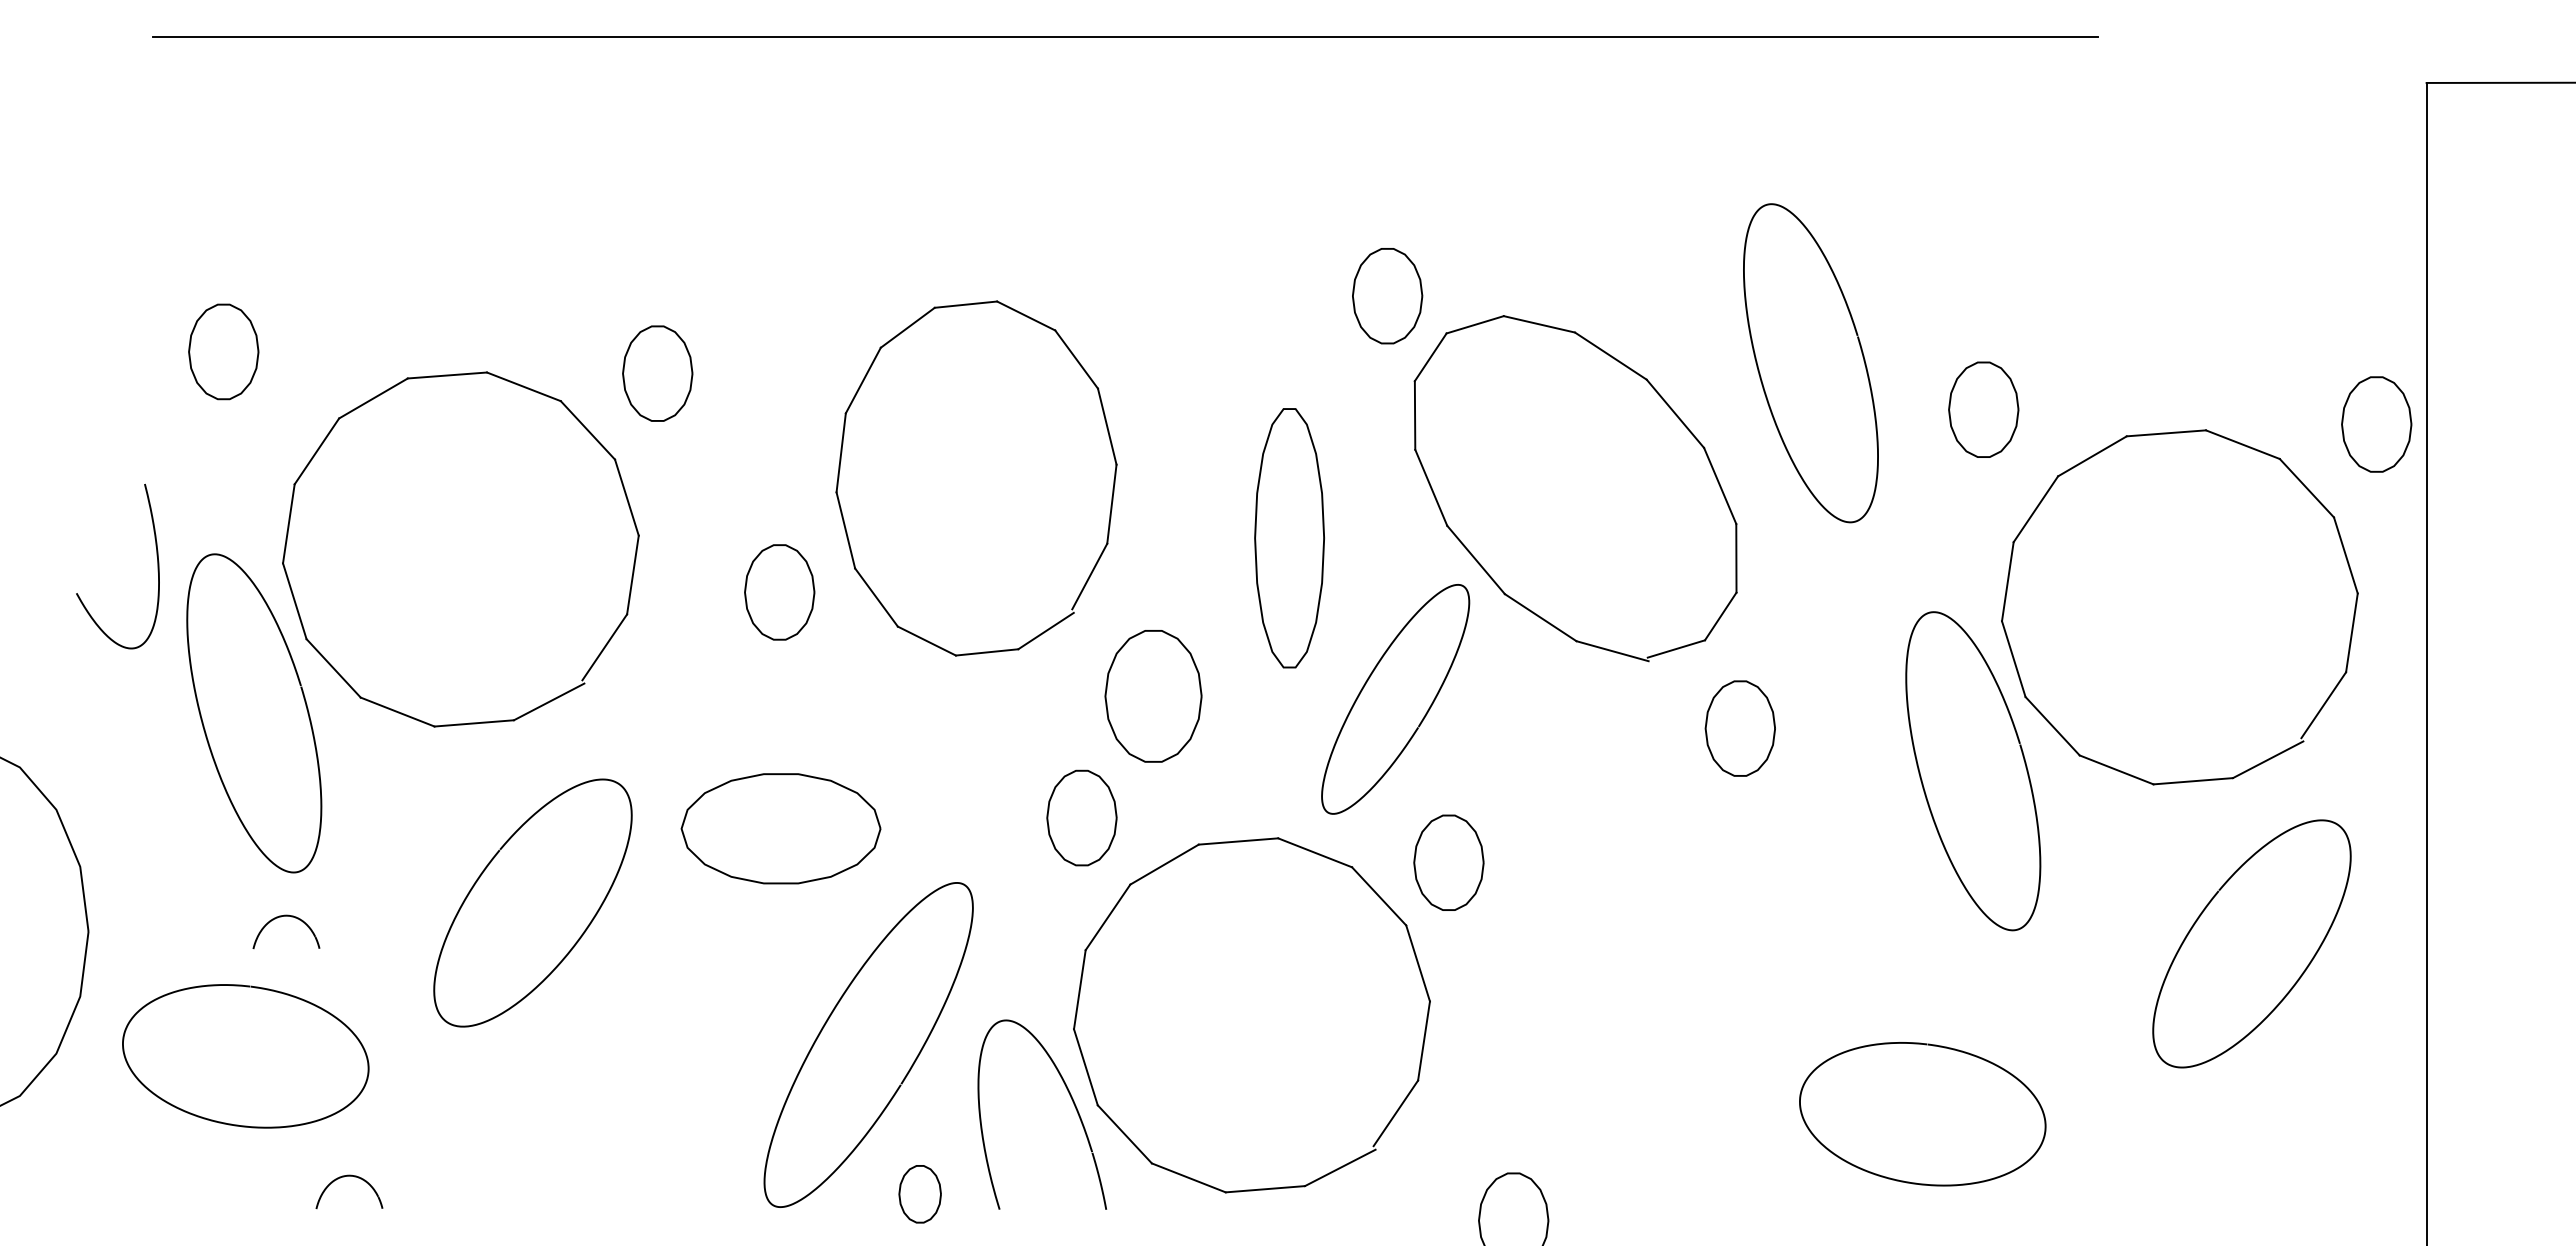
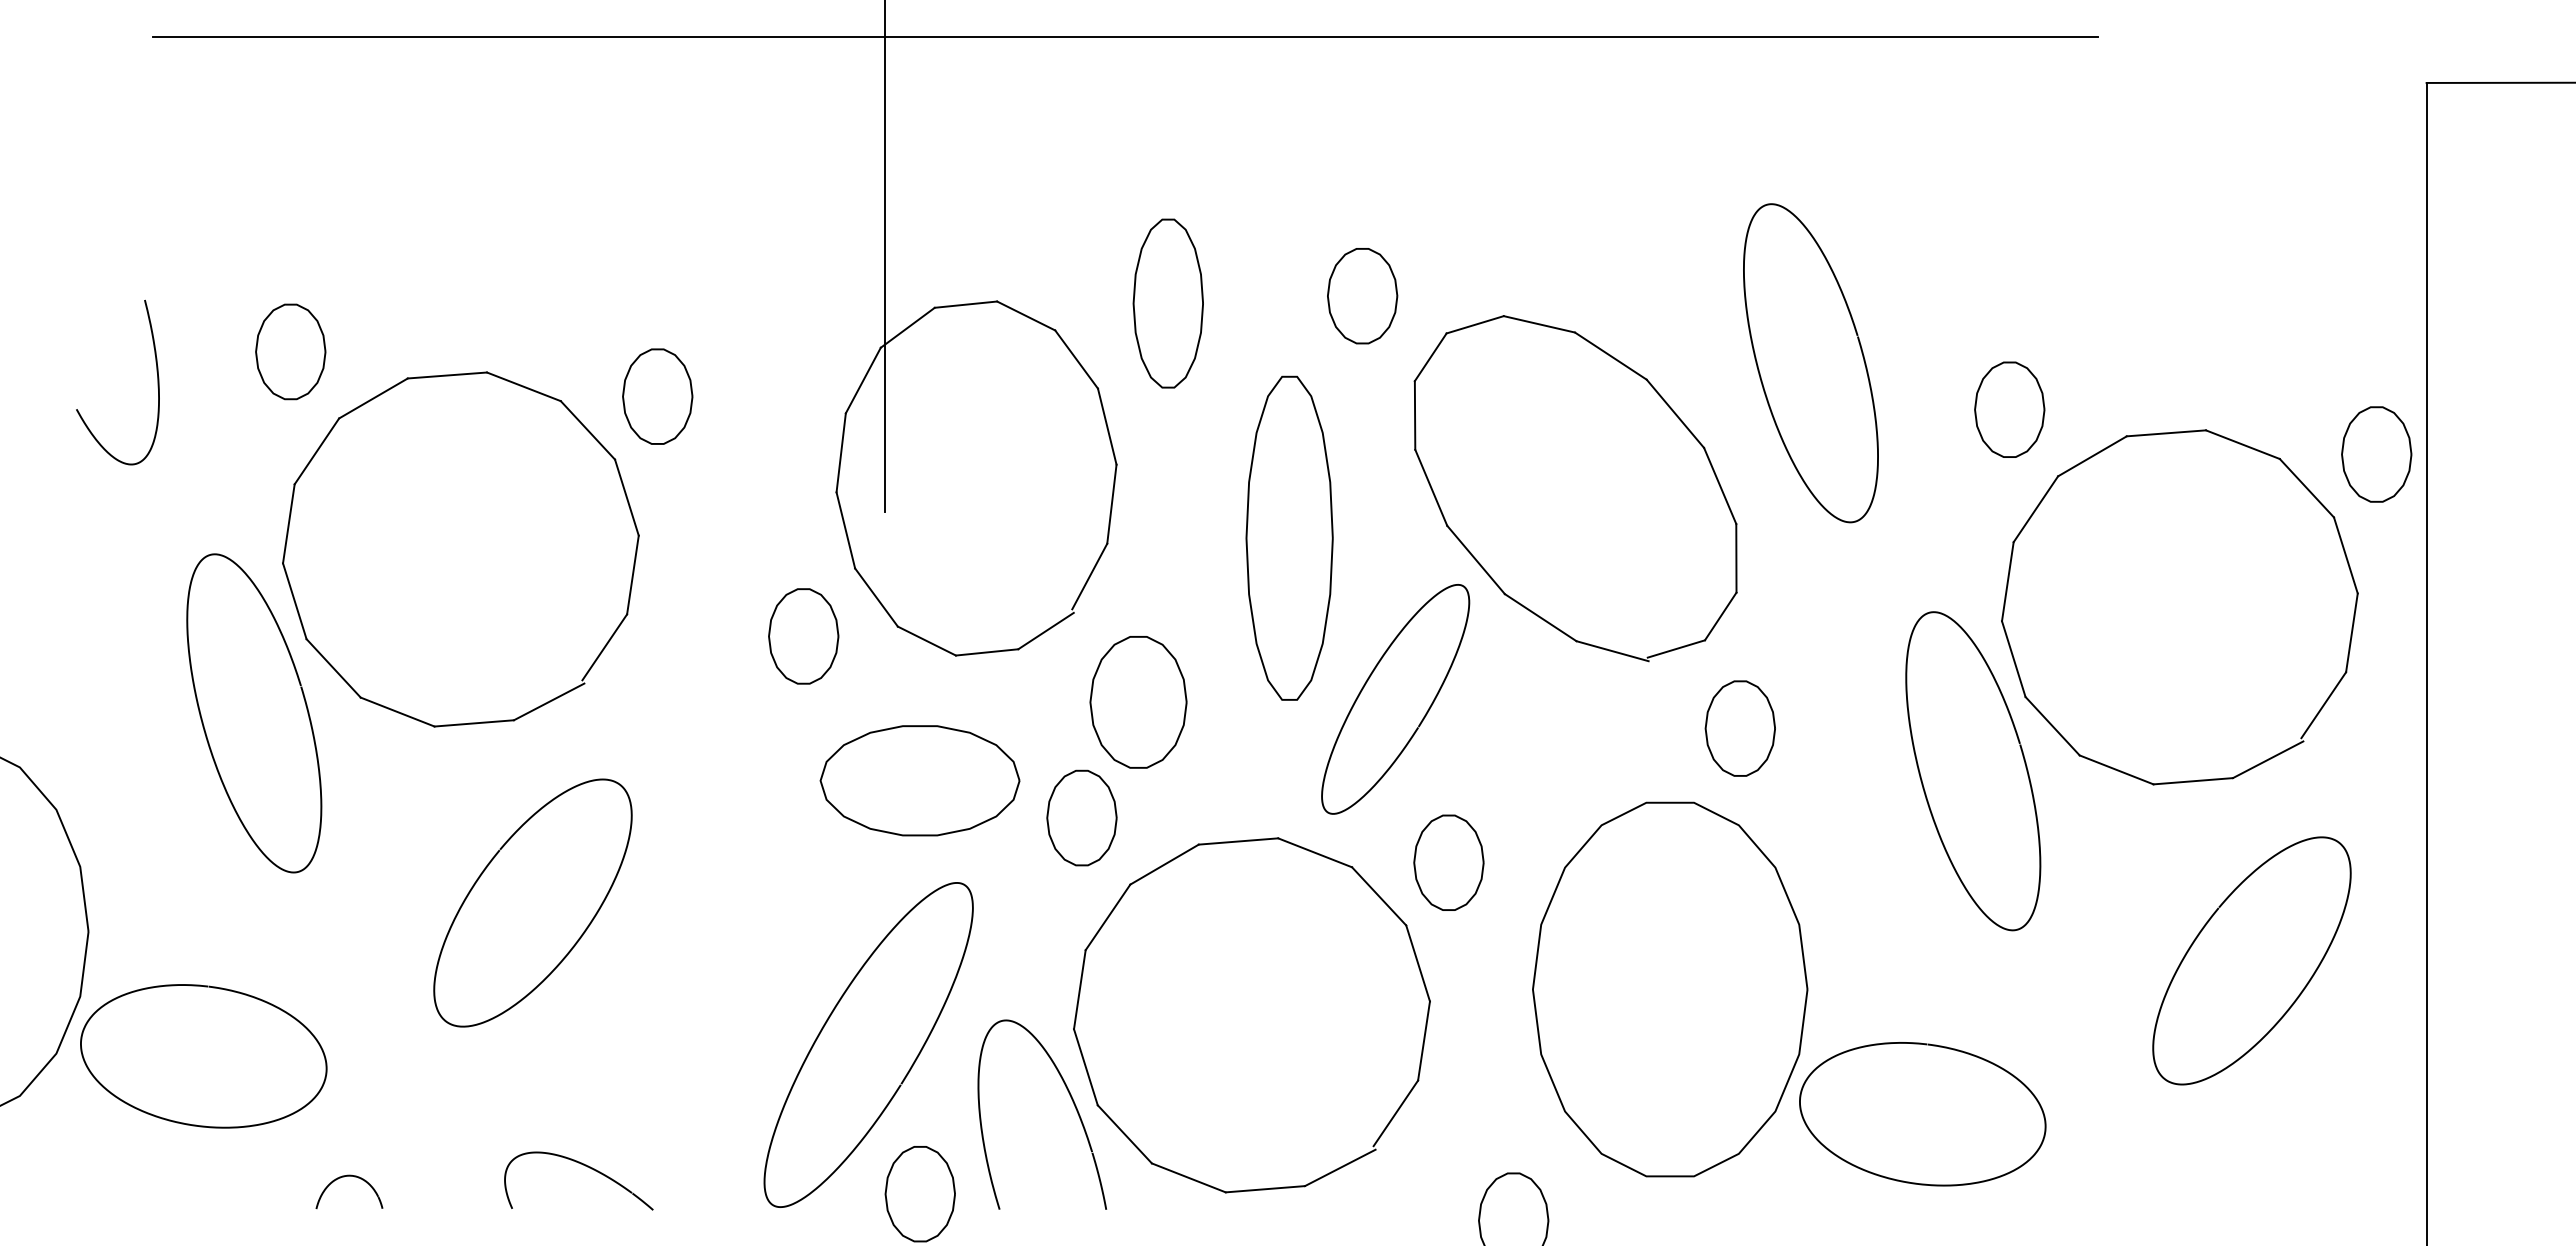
line at (885, 257): none -> present
part at (1387, 296) position: (1387, 296) -> (1362, 296)
part at (1167, 303): none -> present
part at (223, 351) position: (223, 351) -> (290, 351)
part at (657, 373) position: (657, 373) -> (657, 396)
part at (1983, 409) position: (1983, 409) -> (2009, 409)
part at (2376, 424) position: (2376, 424) -> (2376, 454)
part at (1289, 538) size: 71x261 px -> 89x326 px
curve at (157, 566) position: (157, 566) -> (157, 382)
part at (779, 592) position: (779, 592) -> (803, 636)
part at (1153, 696) position: (1153, 696) -> (1138, 702)
part at (780, 828) position: (780, 828) -> (919, 780)
curve at (2204, 911) position: (2204, 911) -> (2204, 928)
part at (281, 917): present -> none
part at (1670, 989): none -> present
curve at (238, 1124) position: (238, 1124) -> (196, 1124)
part at (585, 1166): none -> present
part at (919, 1194) size: 44x59 px -> 72x97 px
